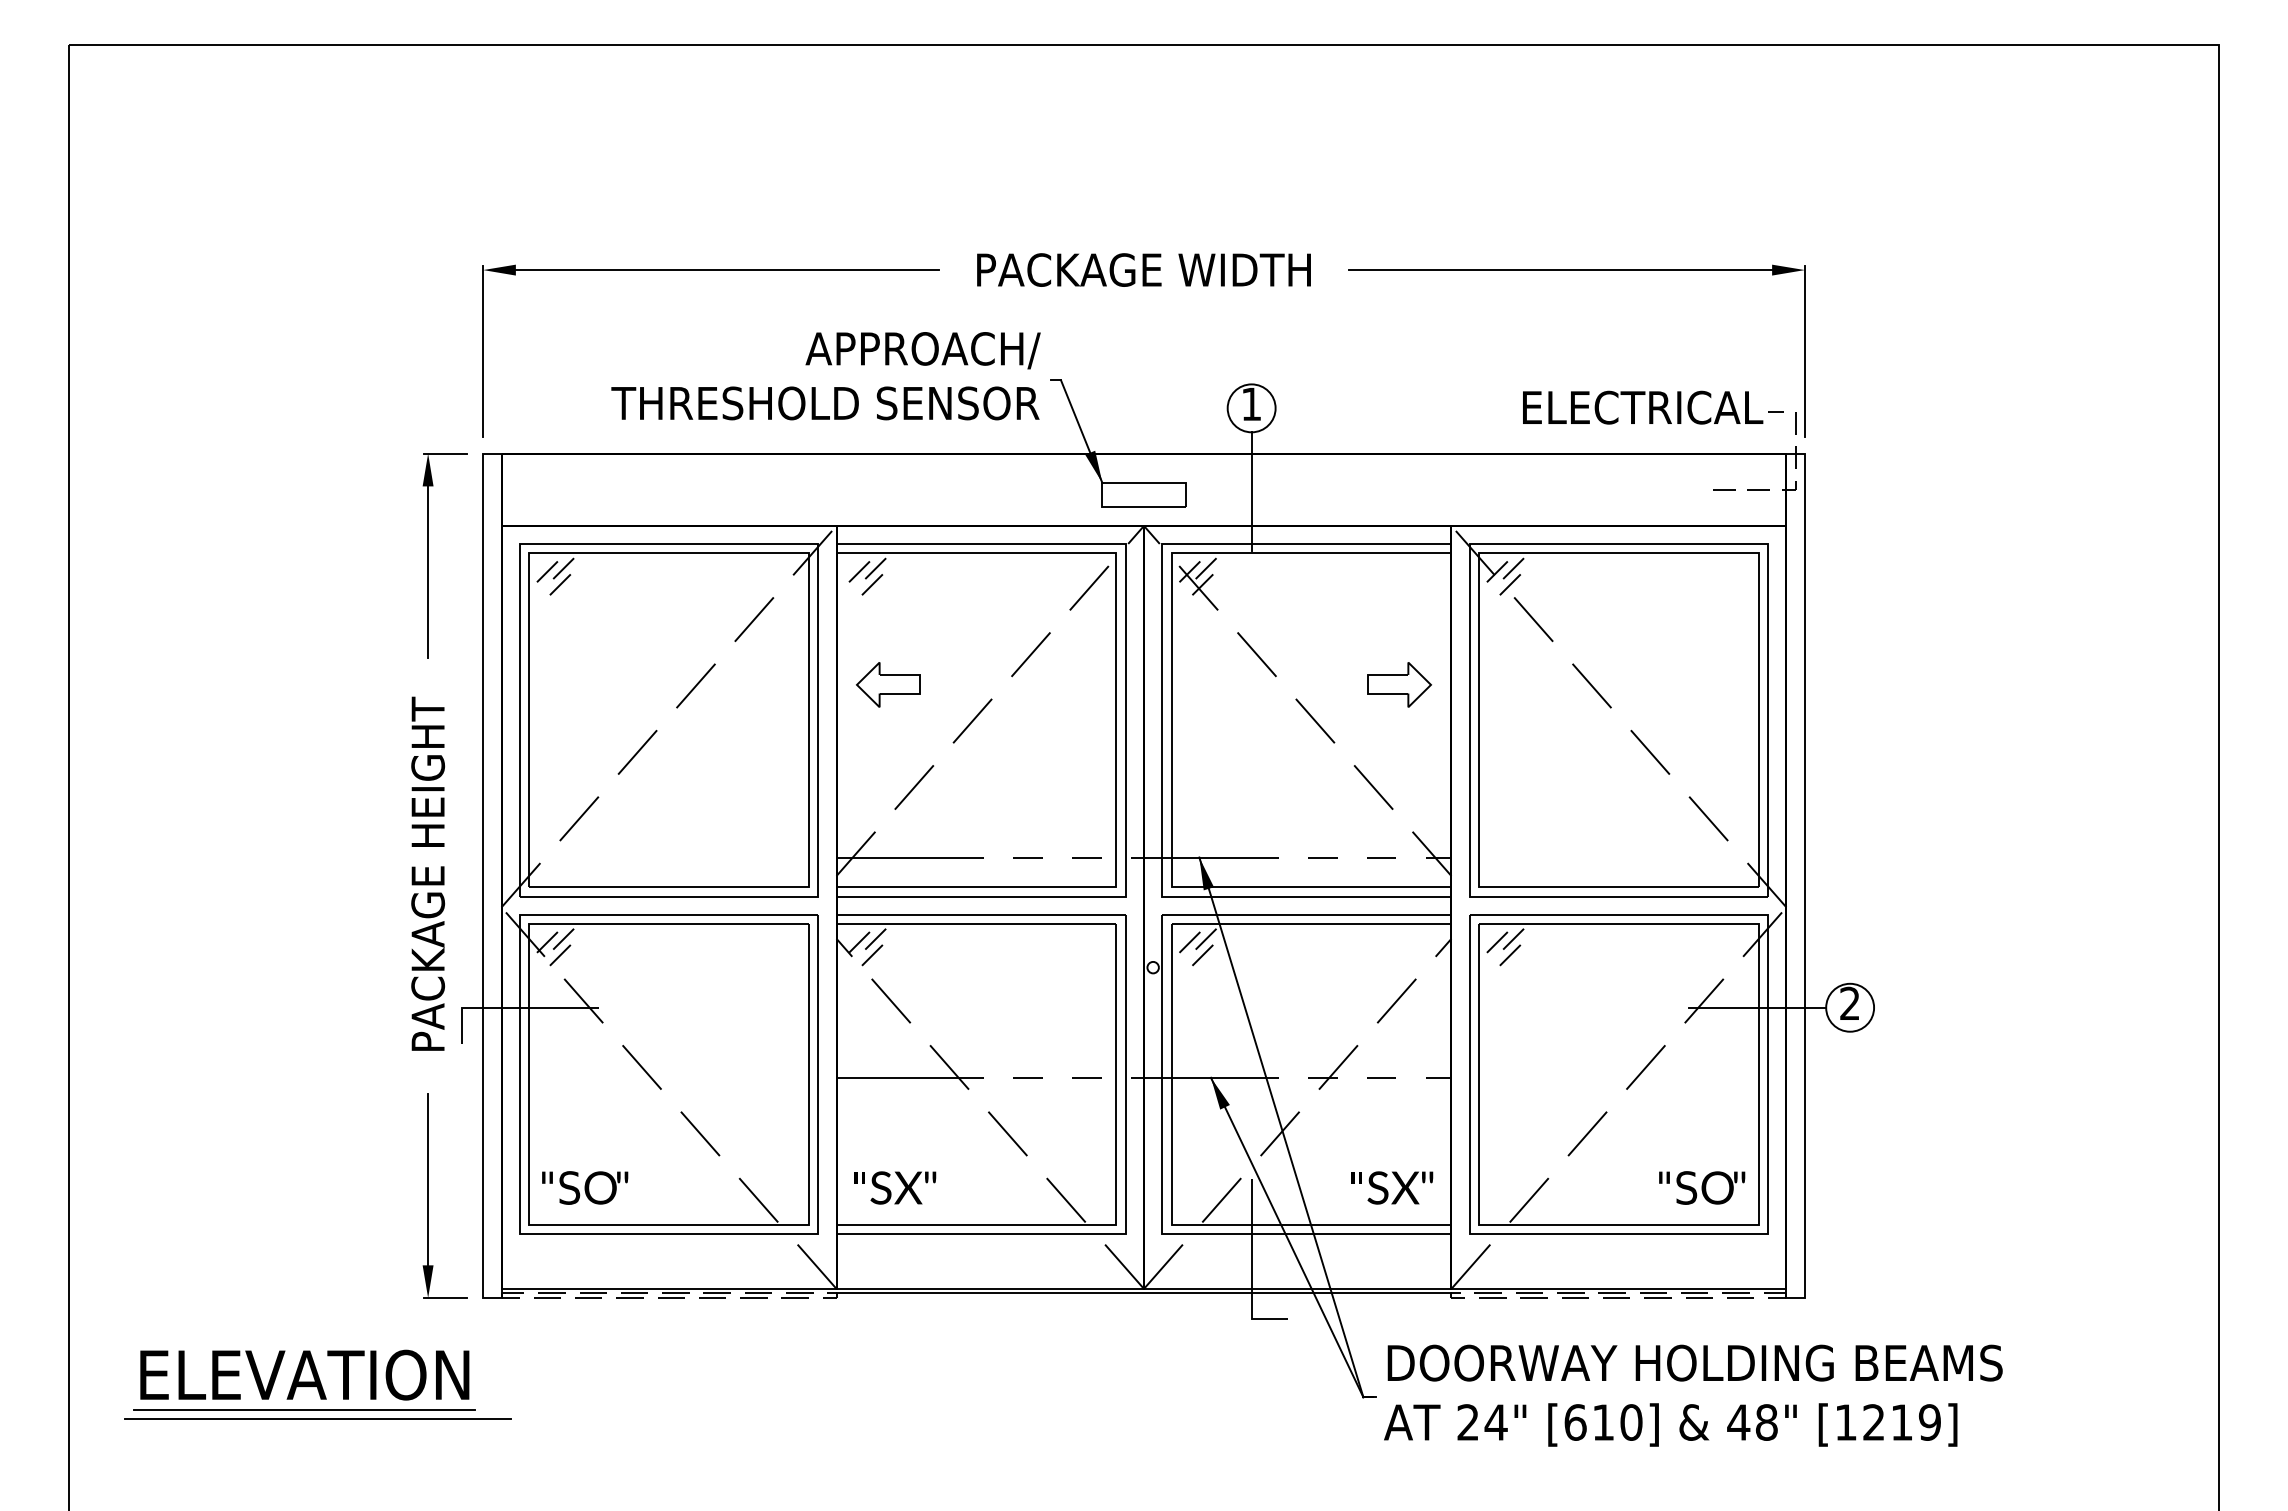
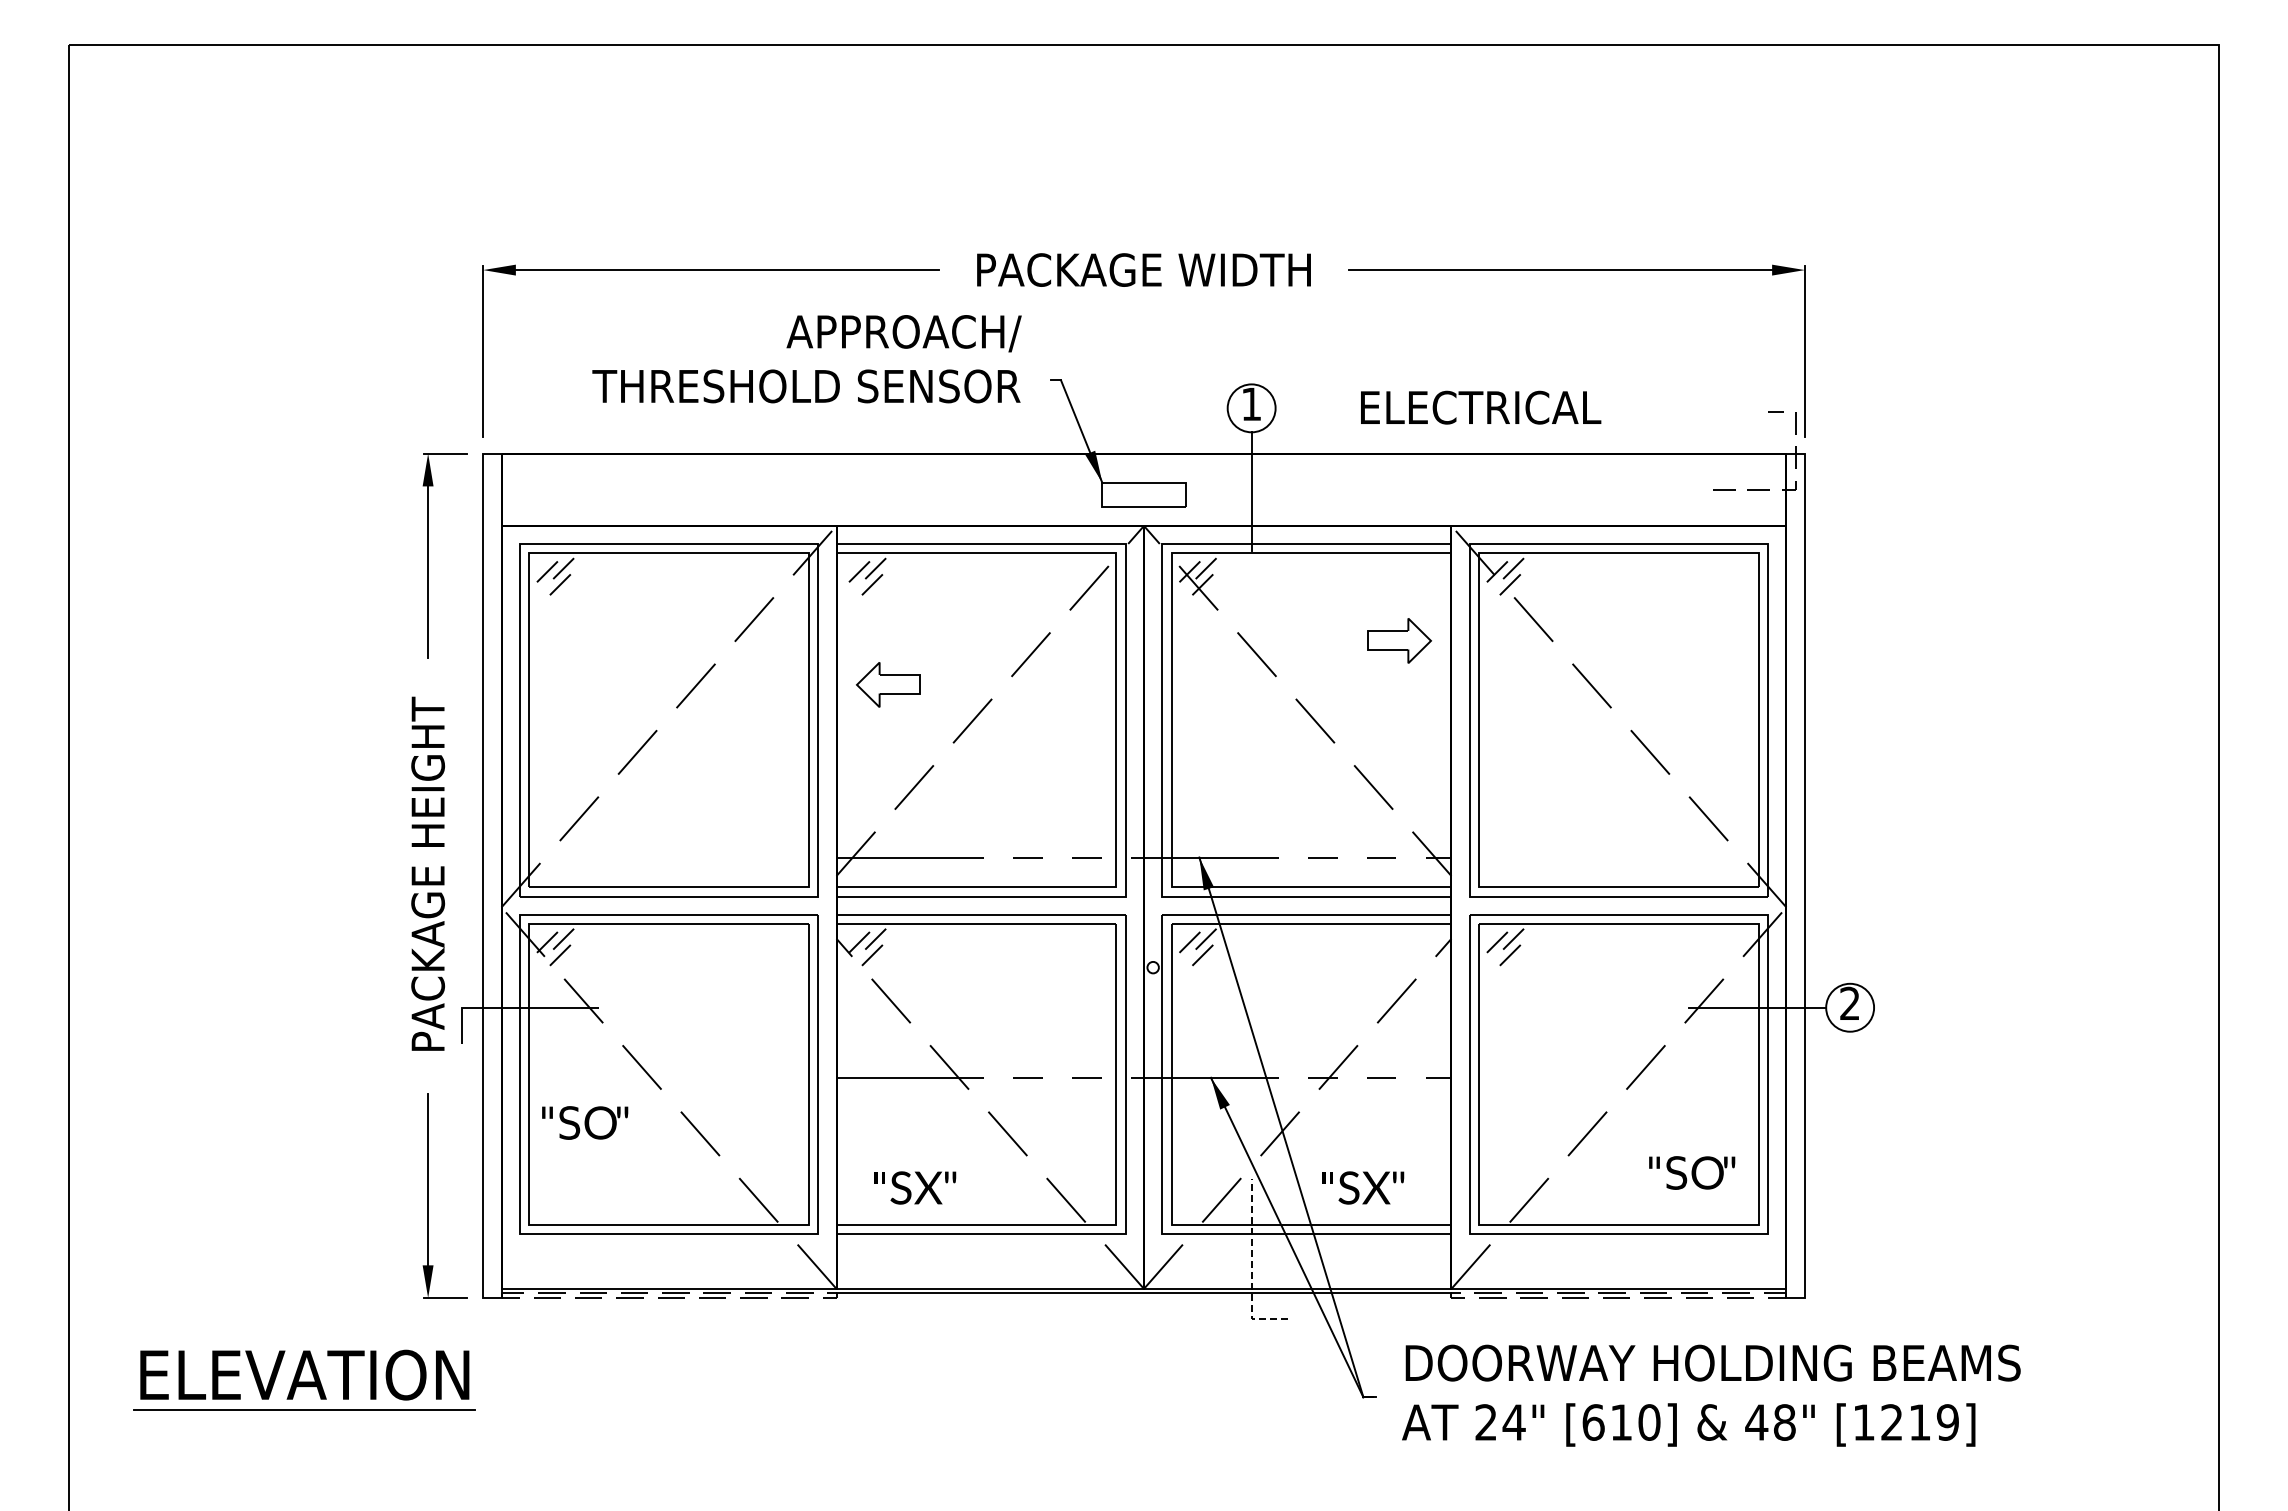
text at (825, 376) position: (825, 376) -> (806, 359)
text at (1643, 407) position: (1643, 407) -> (1481, 407)
part at (1399, 684) position: (1399, 684) -> (1399, 640)
text at (585, 1187) position: (585, 1187) -> (585, 1122)
text at (895, 1187) position: (895, 1187) -> (915, 1187)
text at (1392, 1187) position: (1392, 1187) -> (1363, 1187)
text at (1702, 1187) position: (1702, 1187) -> (1692, 1172)
line at (1251, 1267): solid -> dashed
text at (1693, 1395) position: (1693, 1395) -> (1711, 1395)
line at (317, 1419): present -> none
